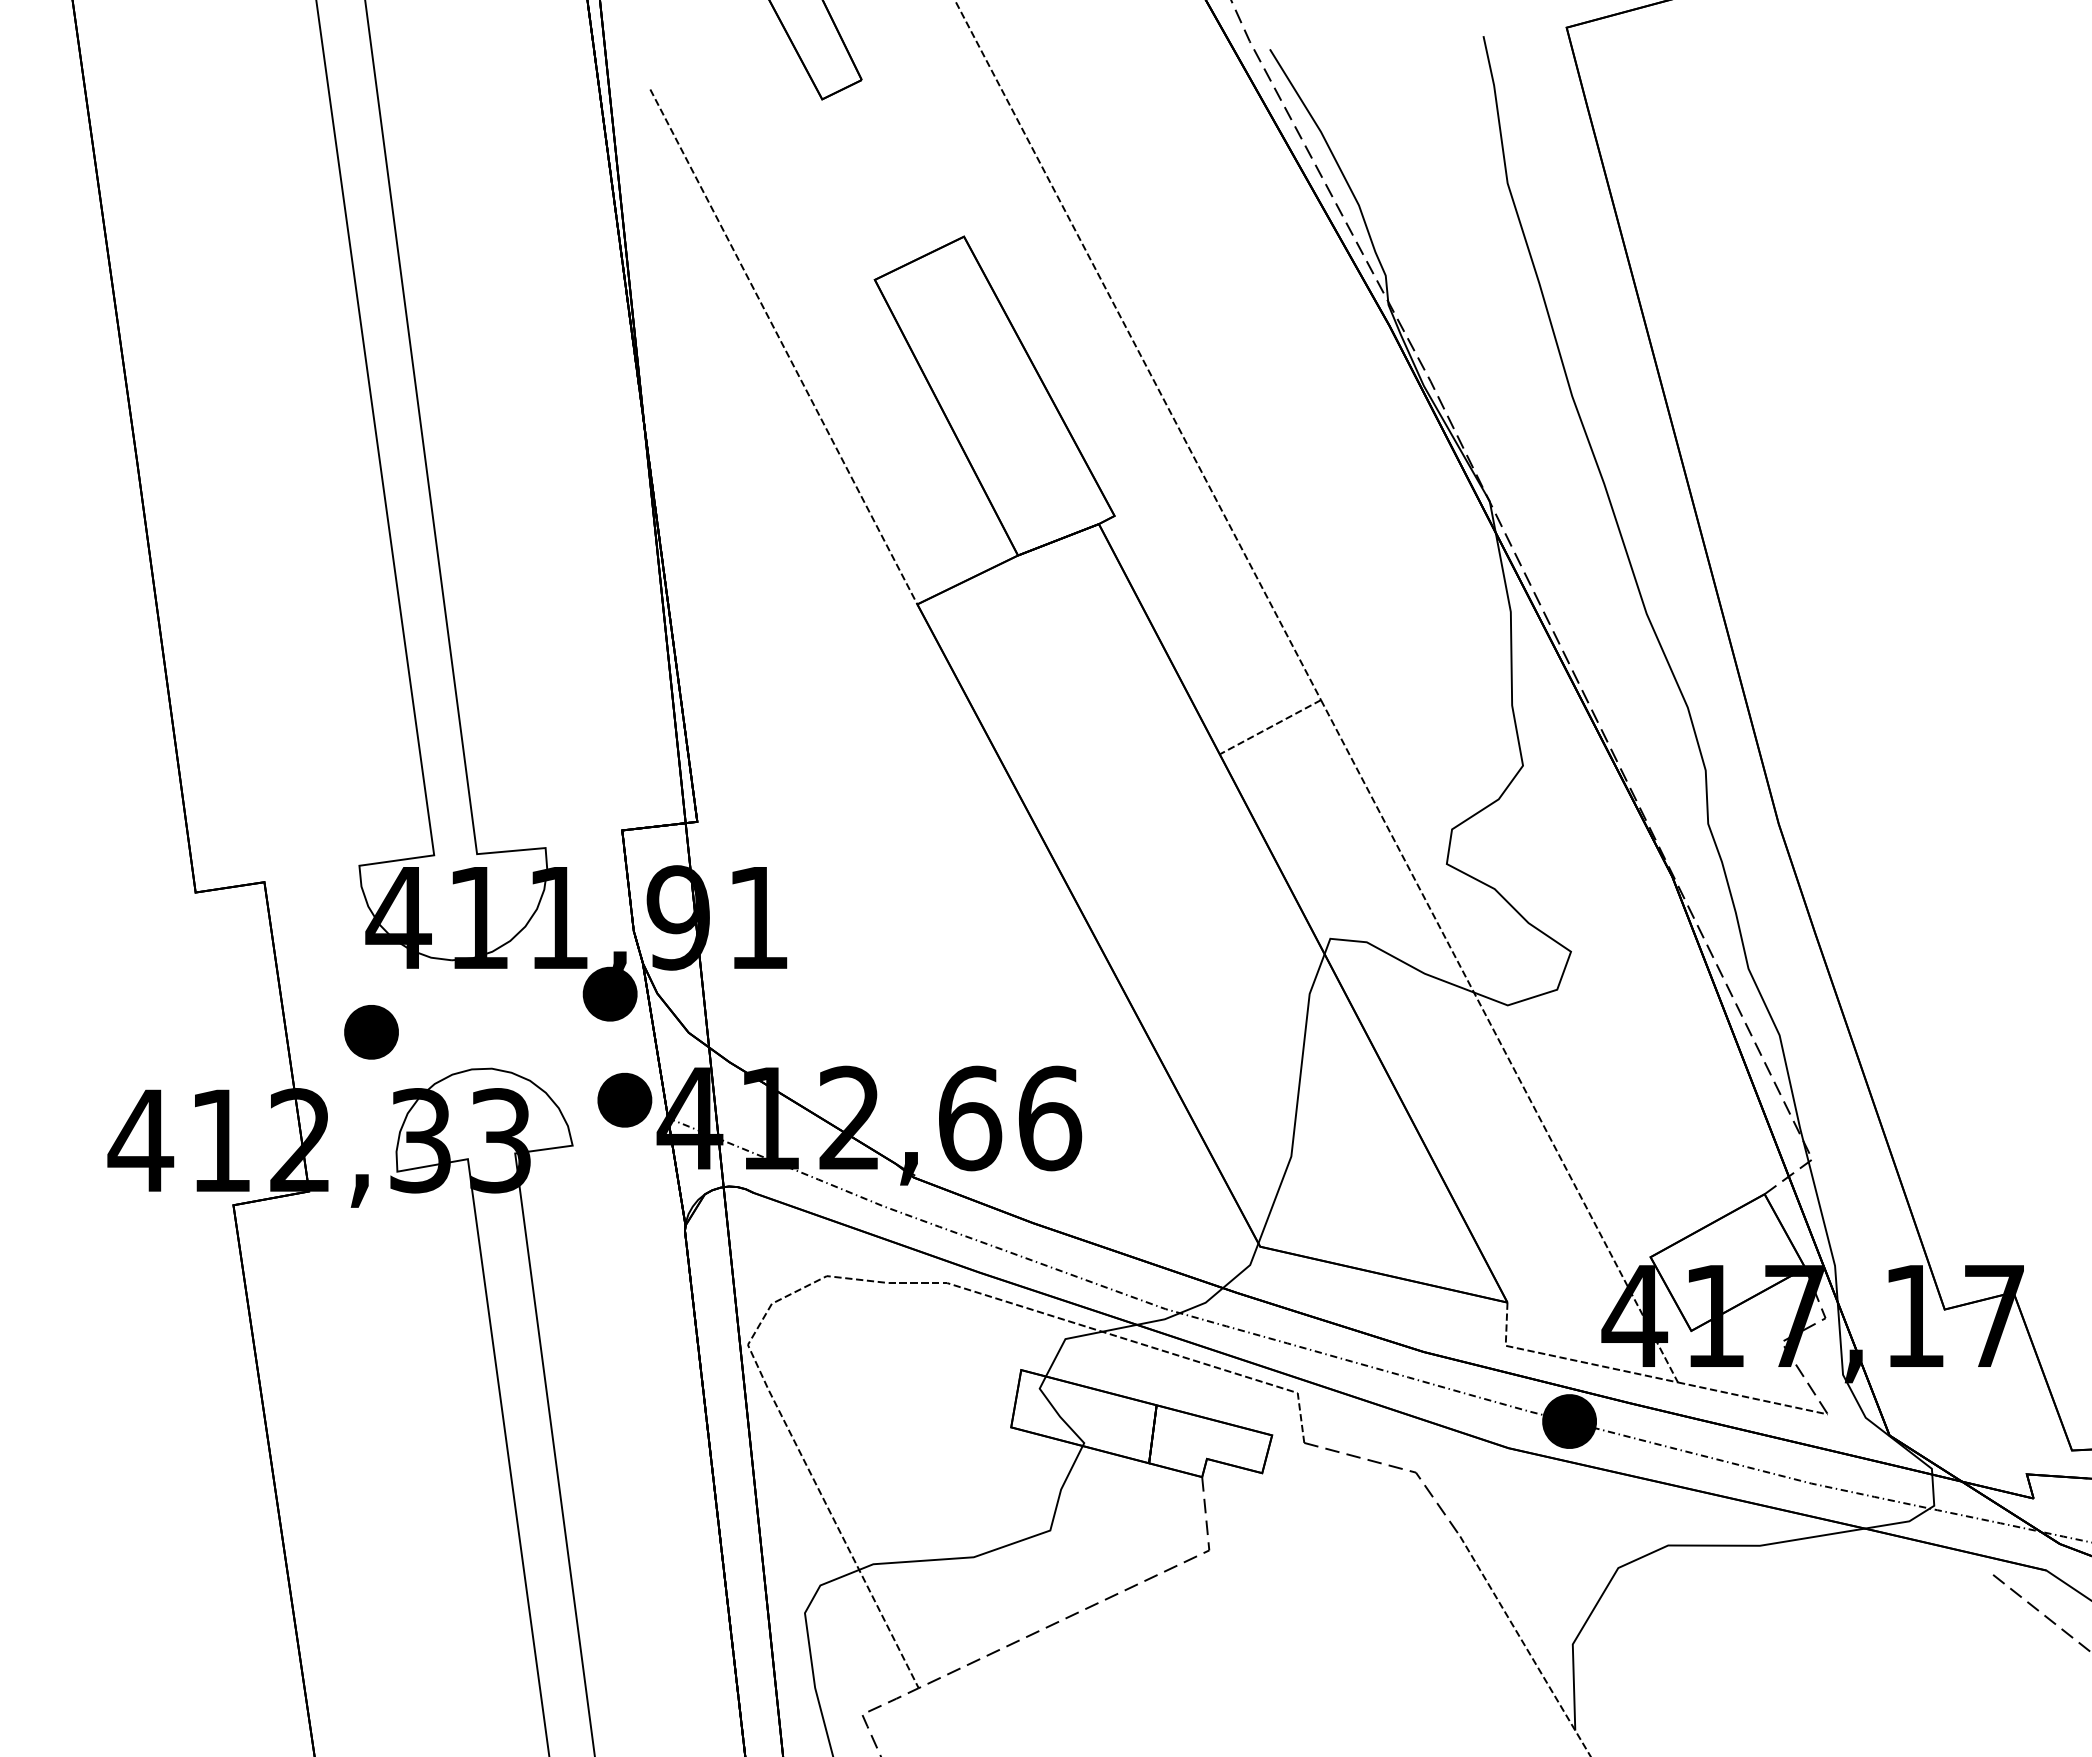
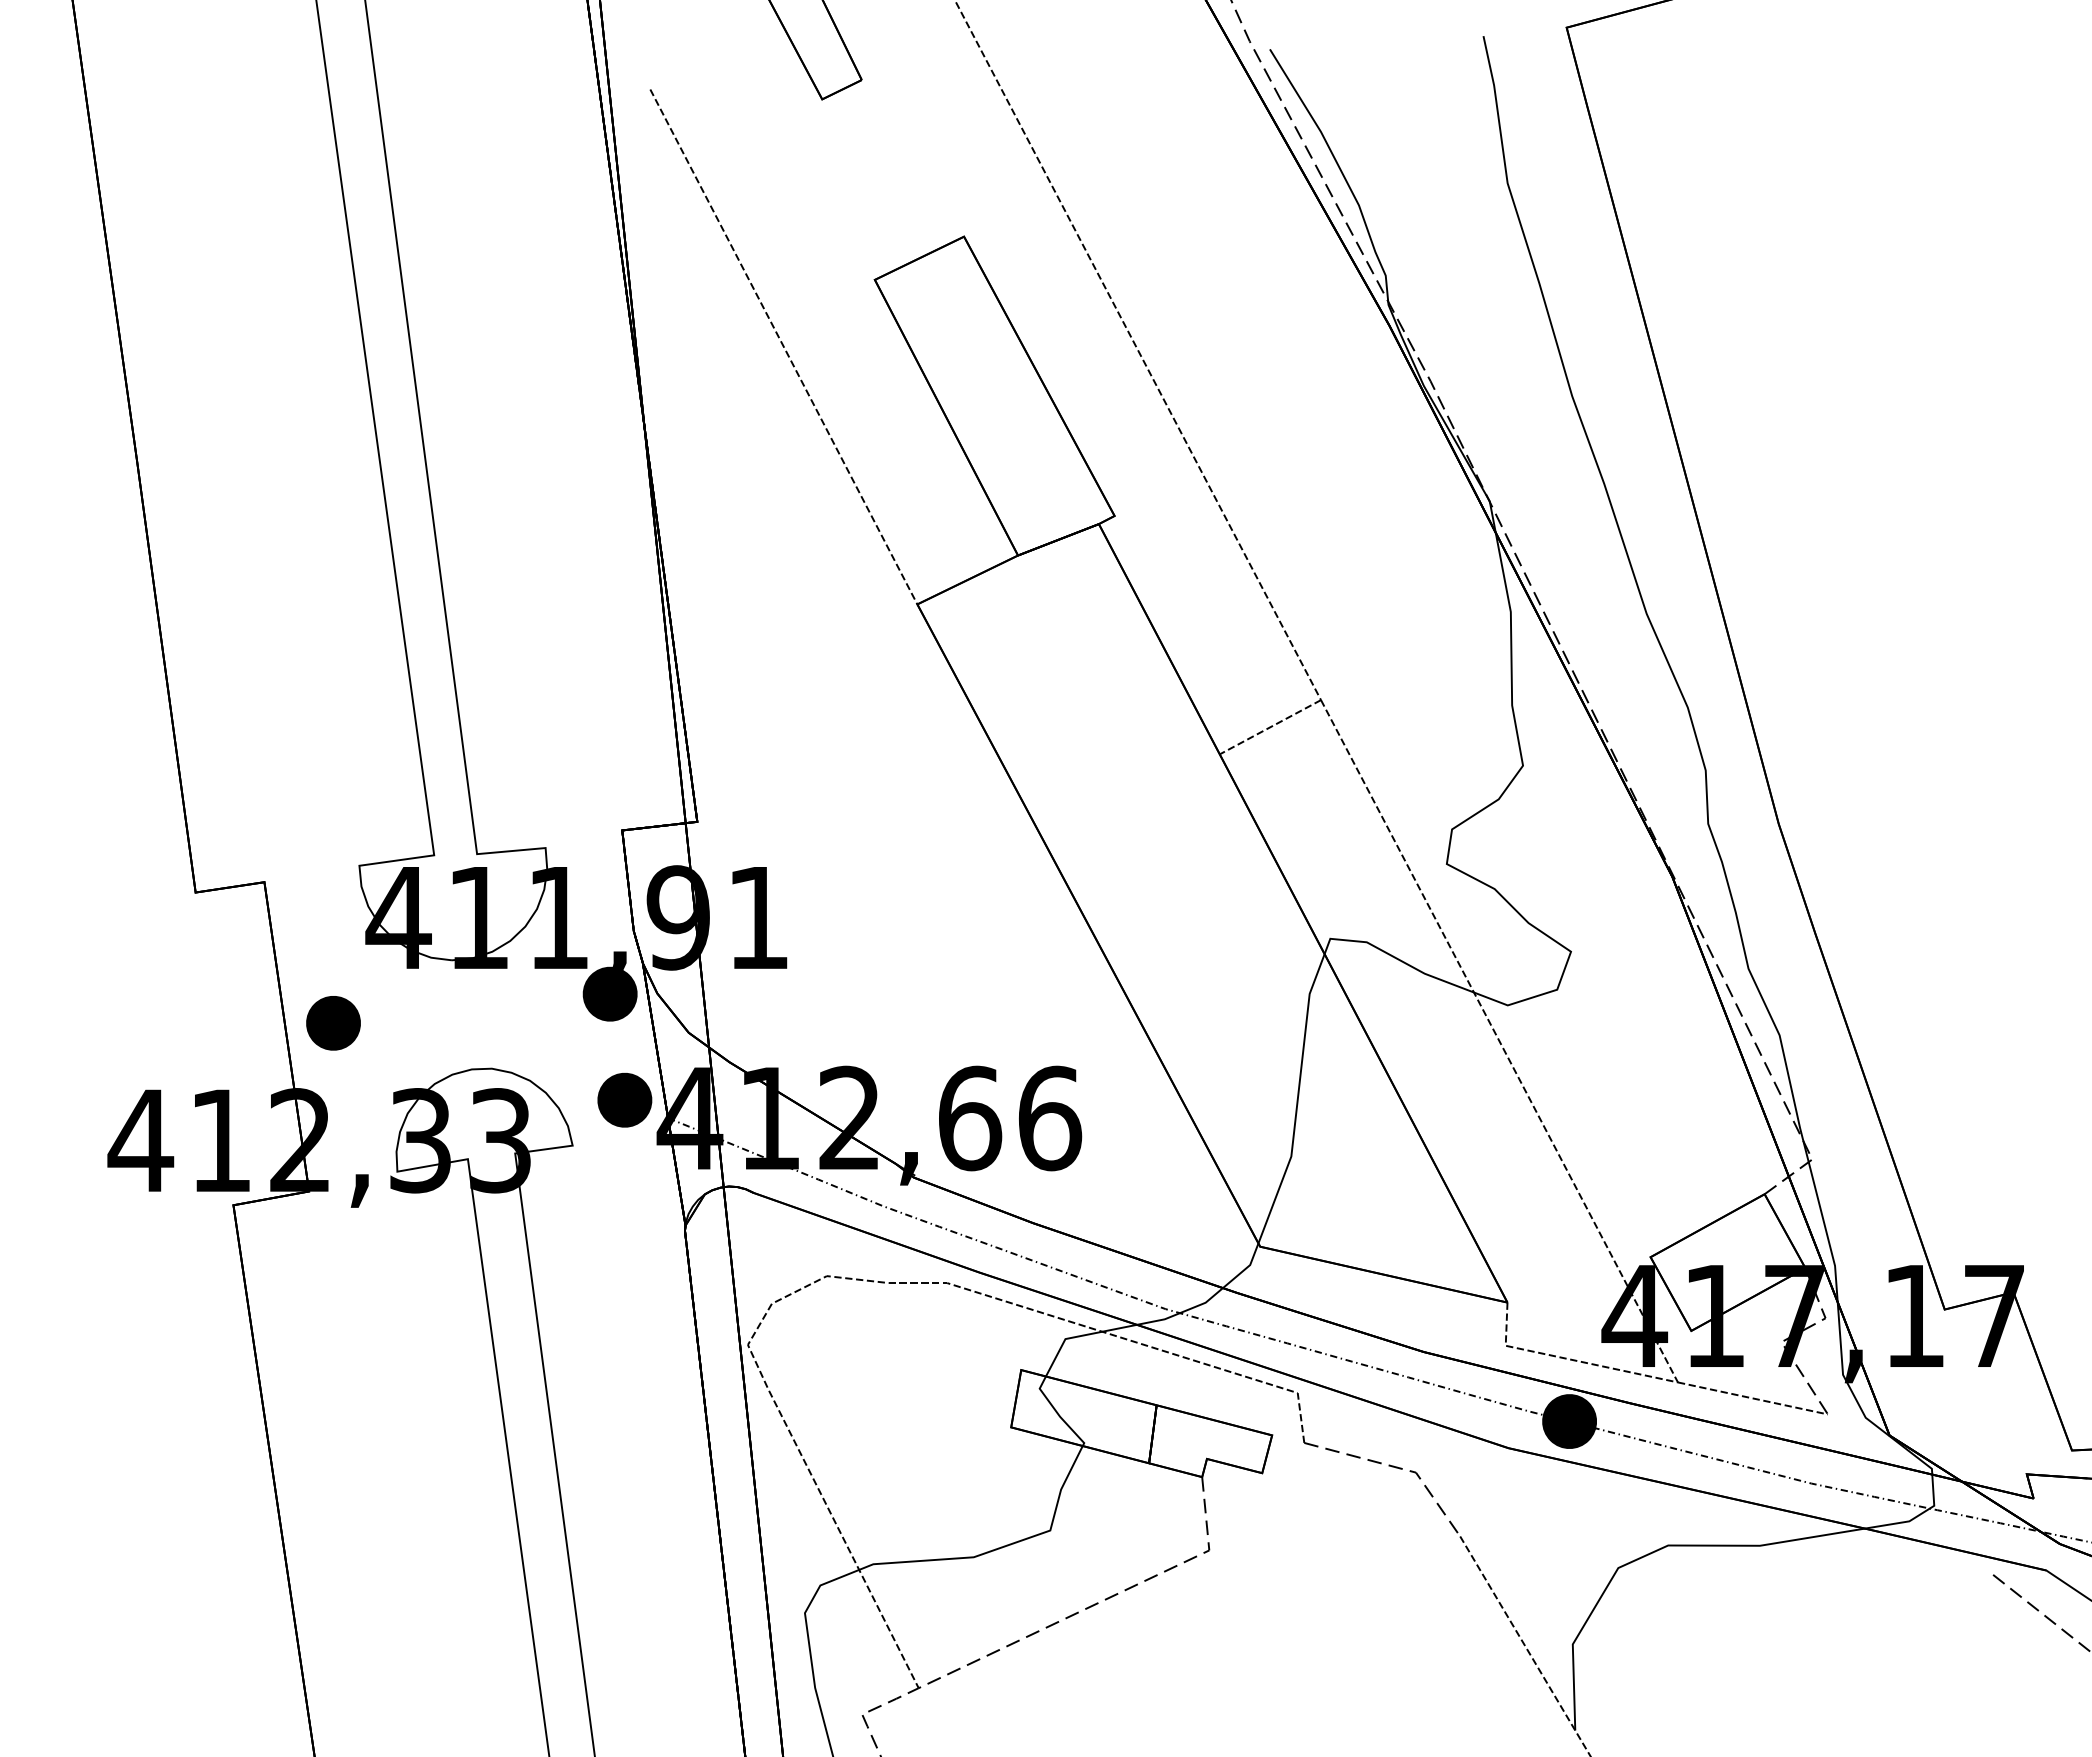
part at (371, 1032) position: (371, 1032) -> (333, 1023)
